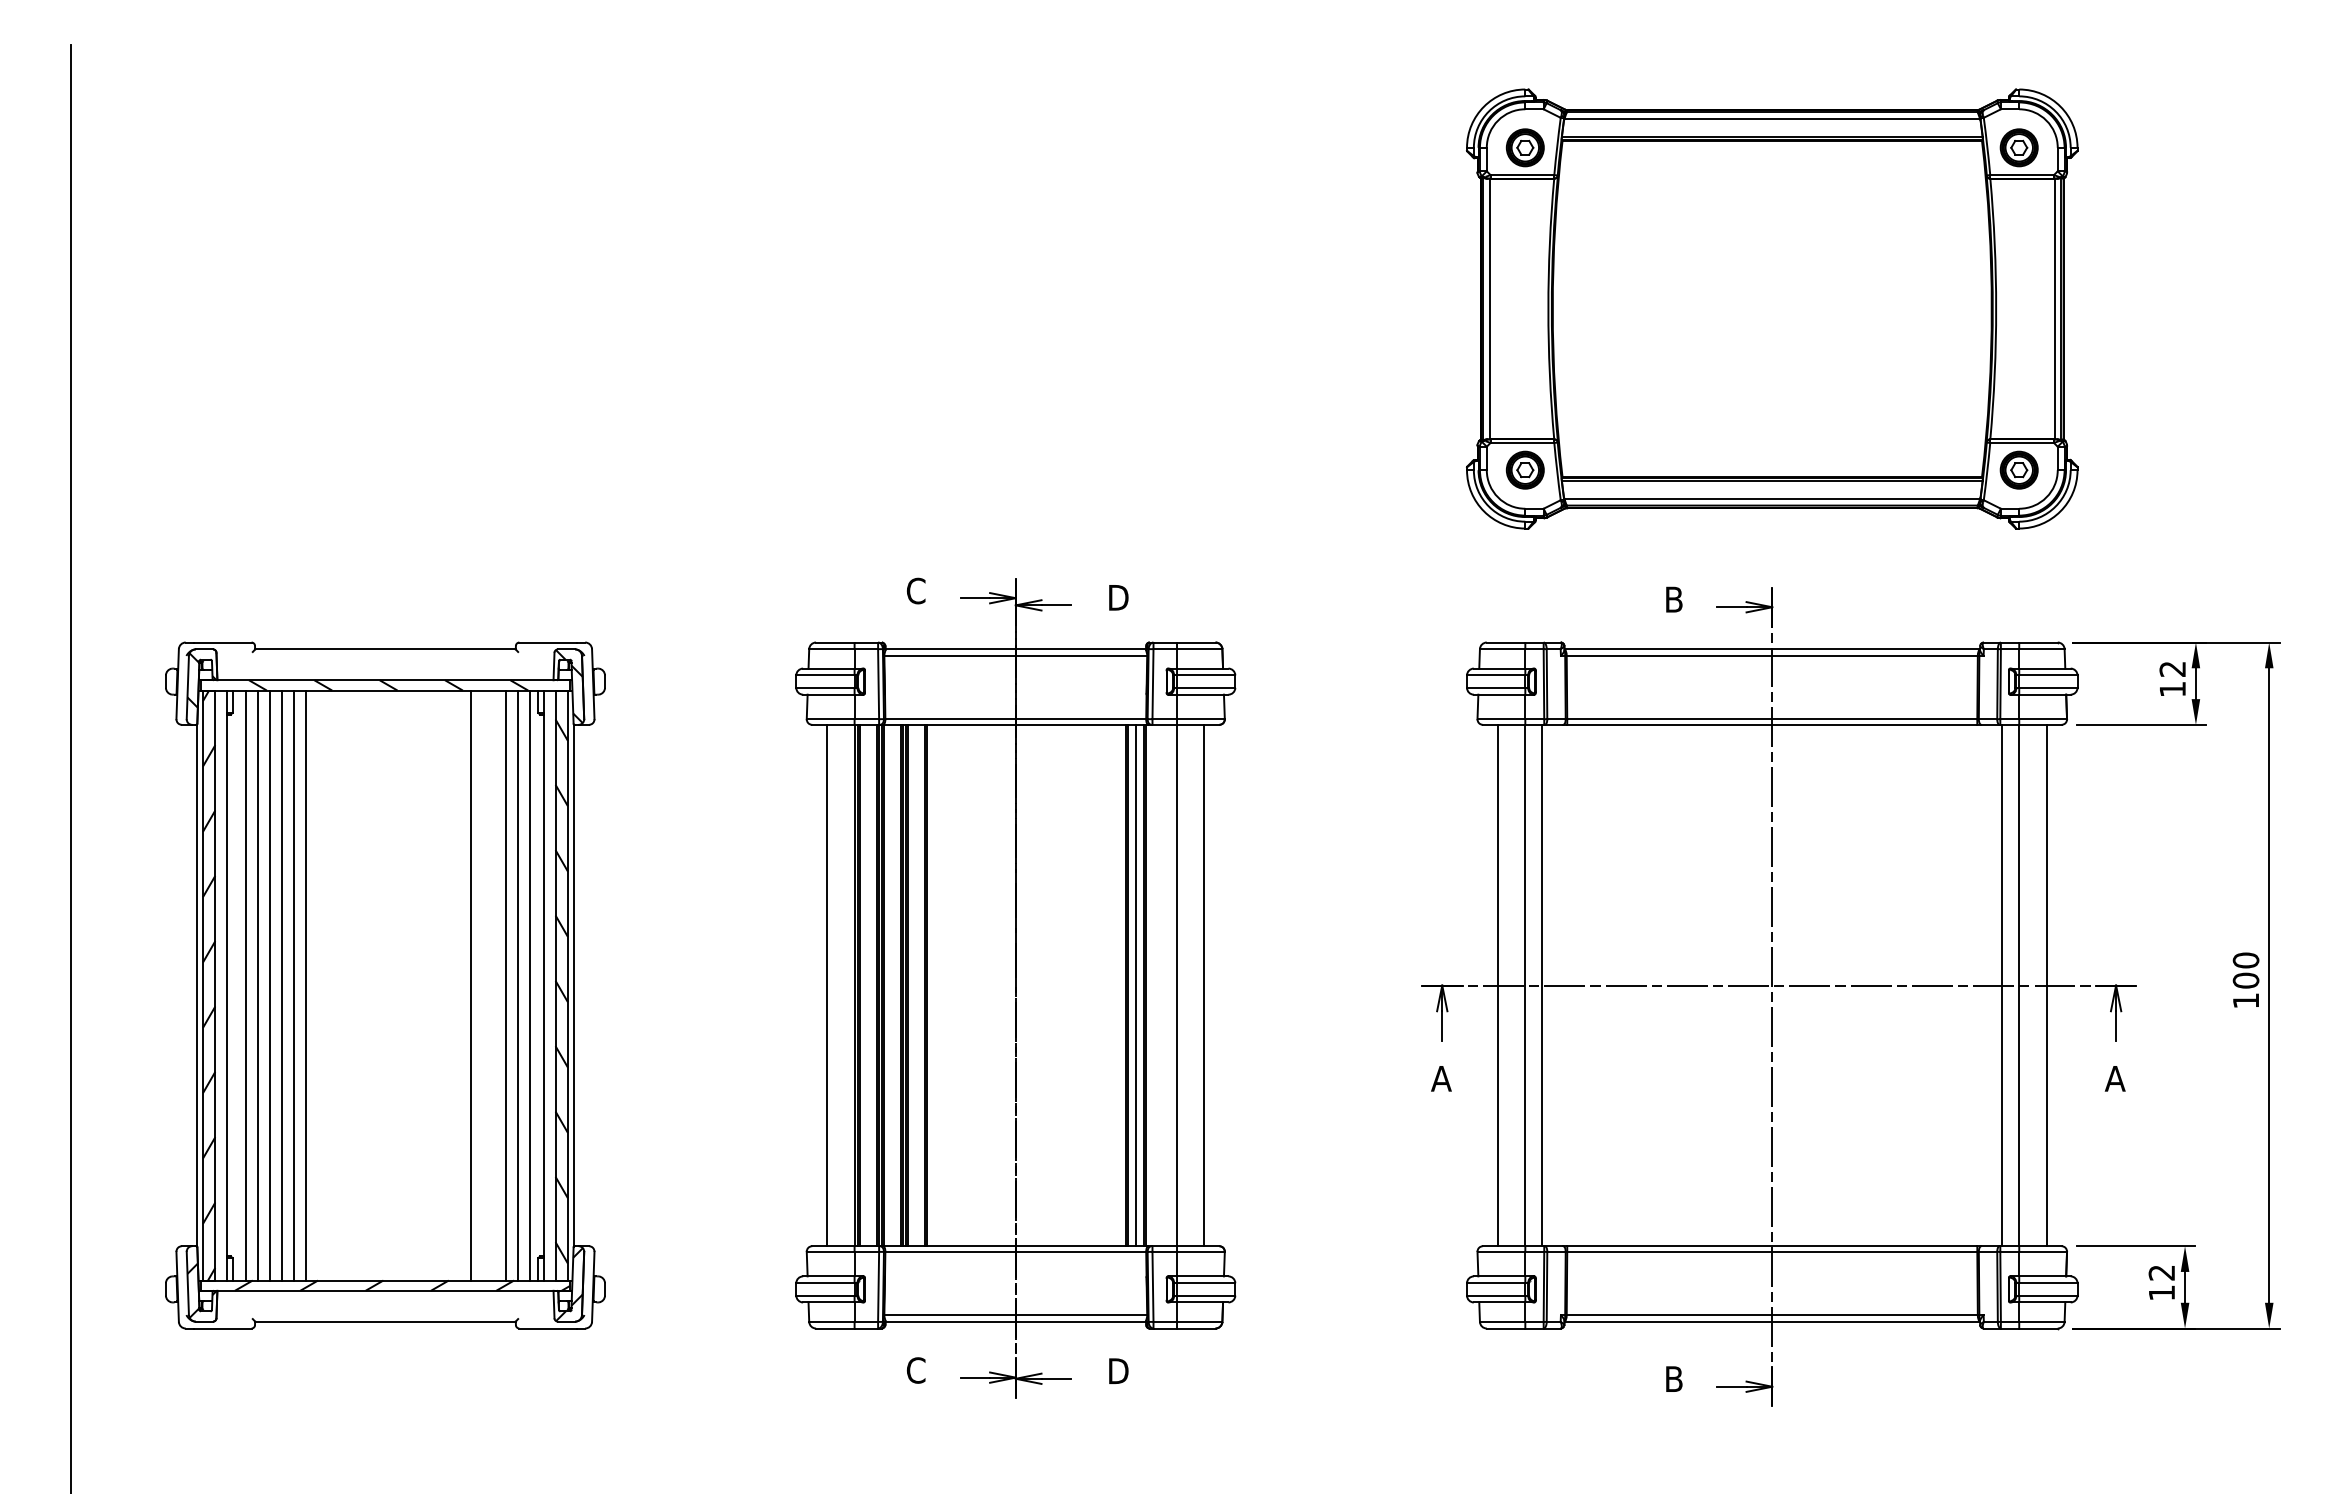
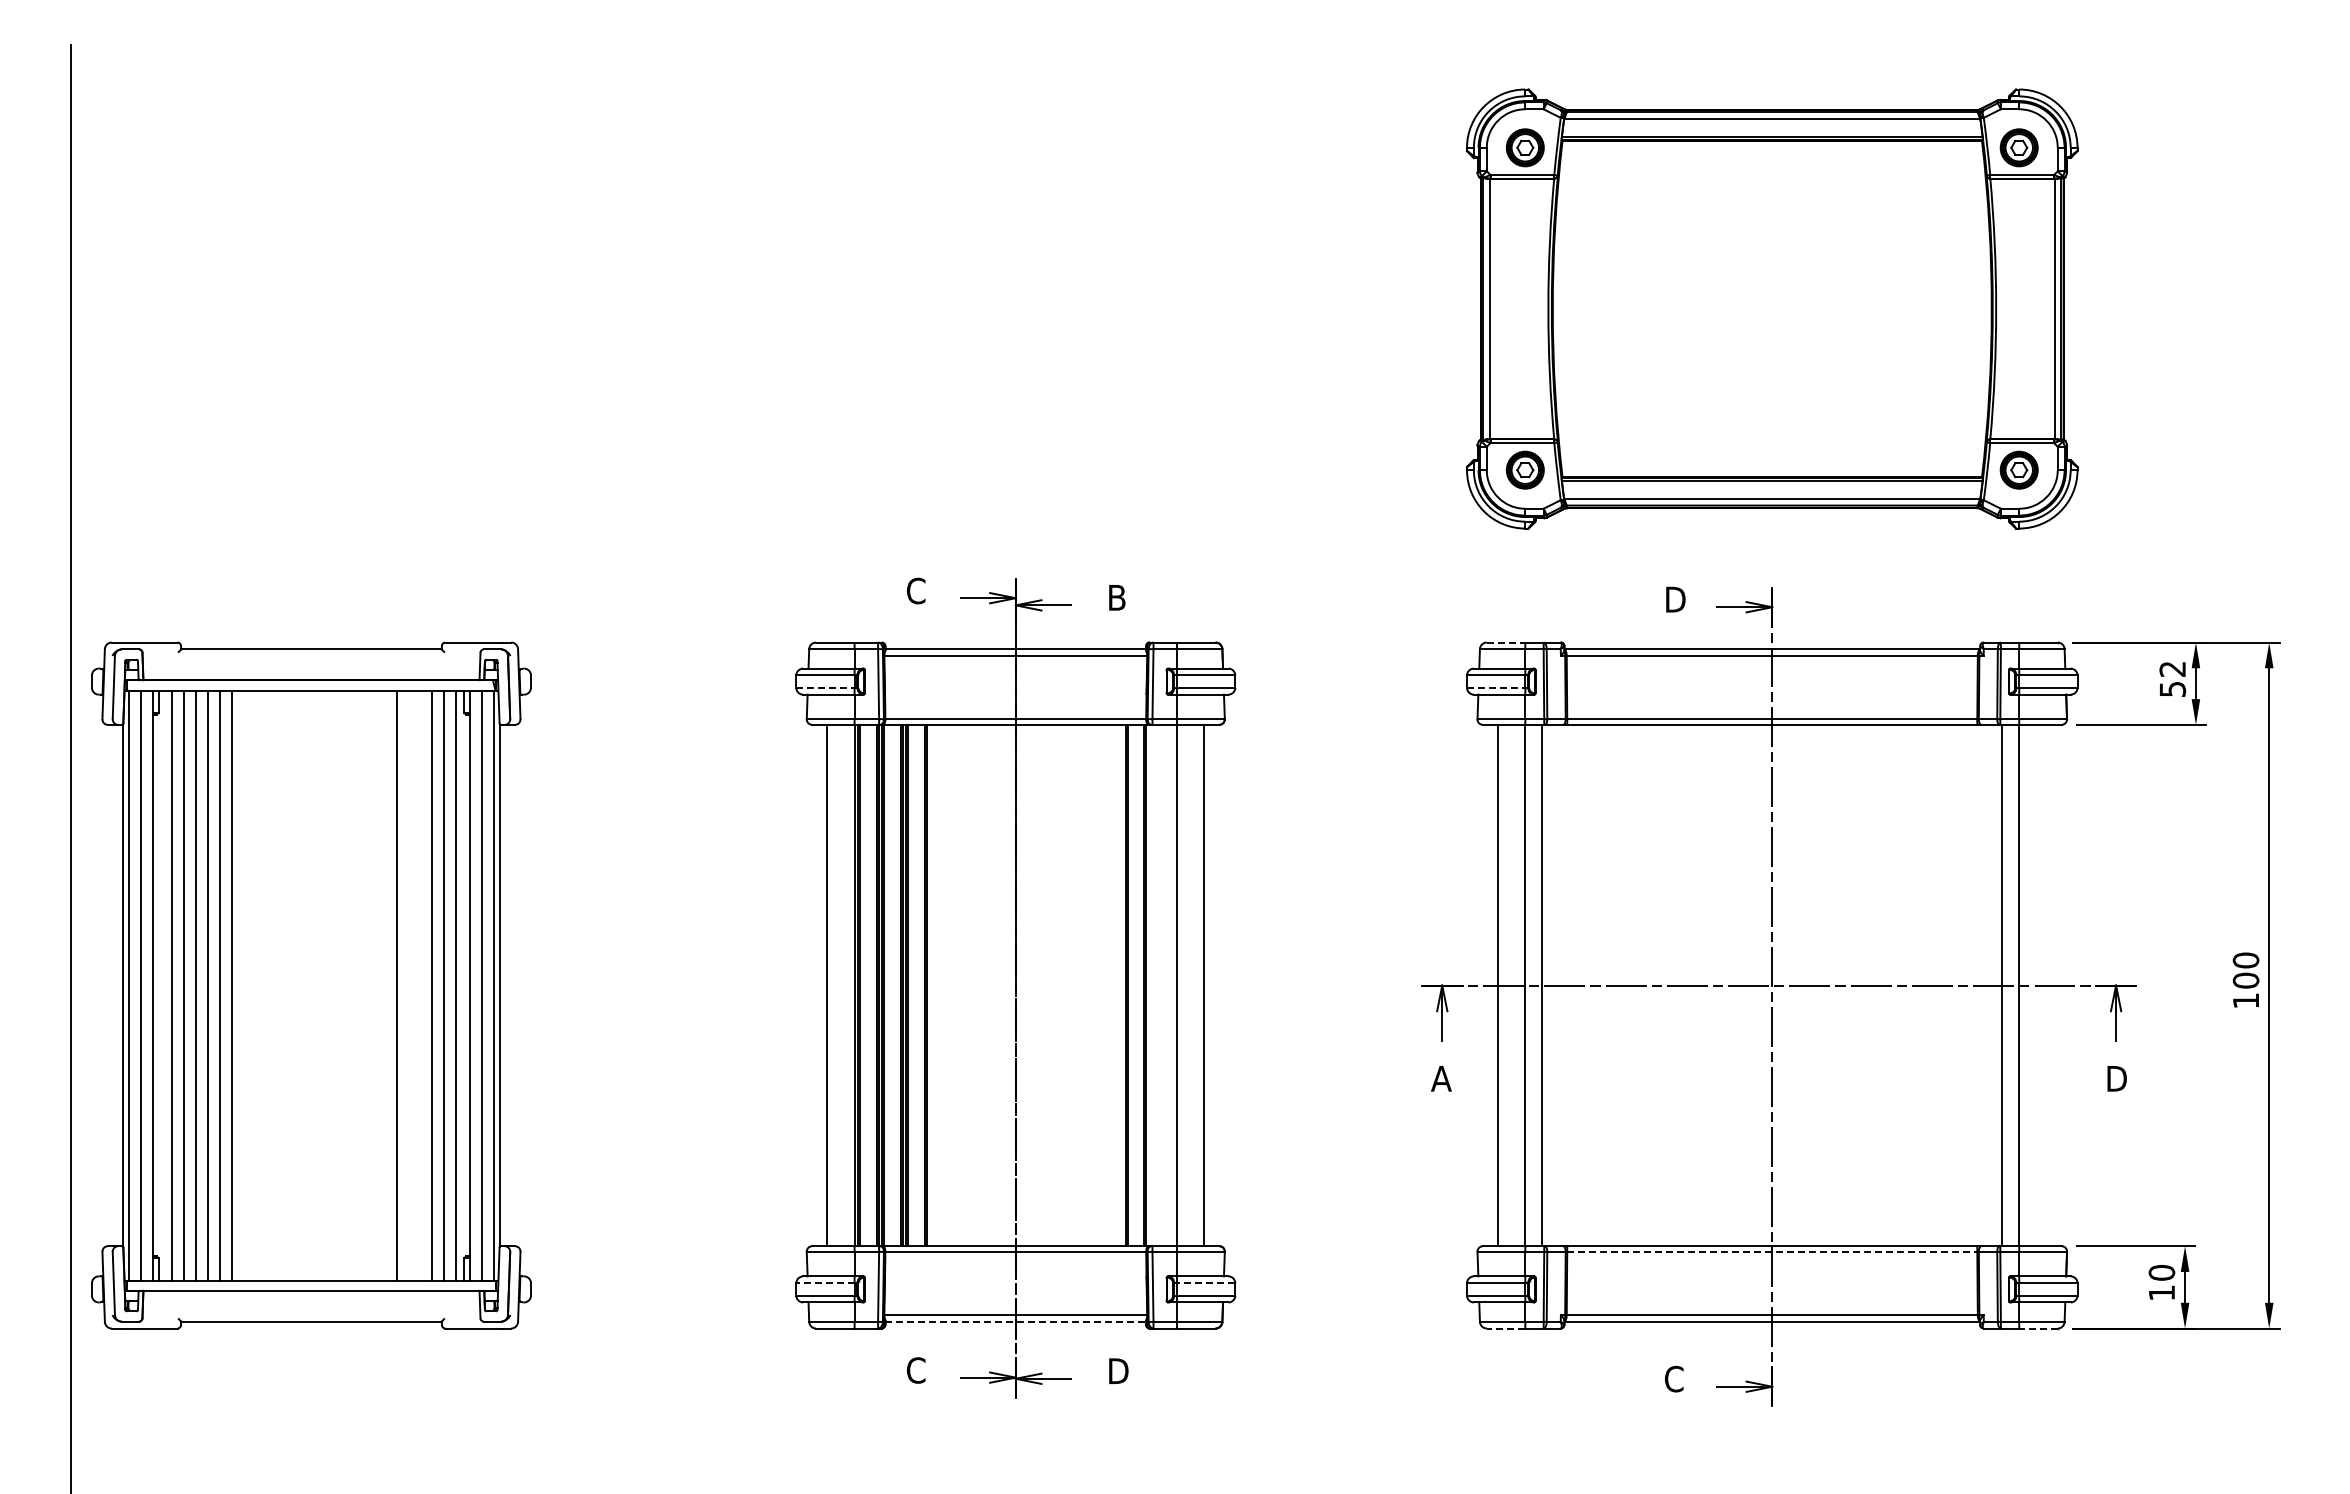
text at (1120, 597): D -> B
text at (1677, 600): B -> D
line at (1506, 642): solid -> dashed
line at (825, 687): solid -> dashed
line at (1496, 687): solid -> dashed
text at (2173, 689): 12 -> 52
part at (385, 985) position: (385, 985) -> (311, 985)
line at (1135, 985): present -> none
line at (2046, 985): present -> none
text at (2115, 1078): A -> D
line at (1772, 1251): solid -> dashed
text at (2161, 1272): 12 -> 10
line at (824, 1283): solid -> dashed
line at (1205, 1283): solid -> dashed
line at (1016, 1321): solid -> dashed
line at (1505, 1328): solid -> dashed
line at (2038, 1328): solid -> dashed
text at (1674, 1378): B -> C
